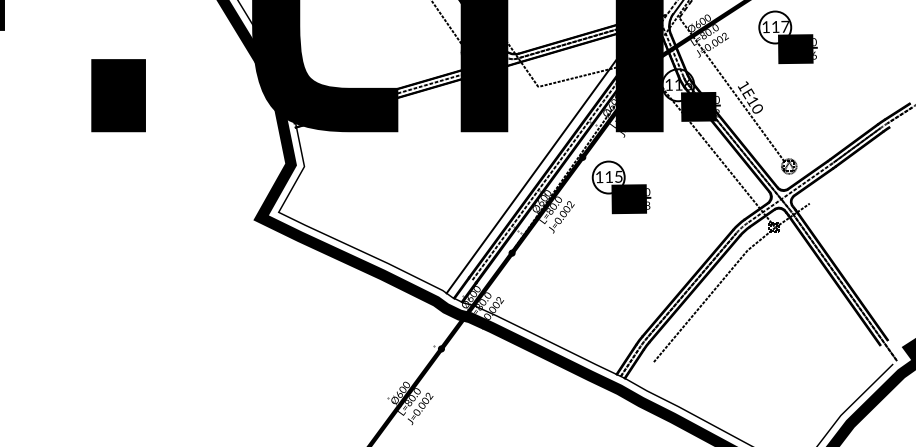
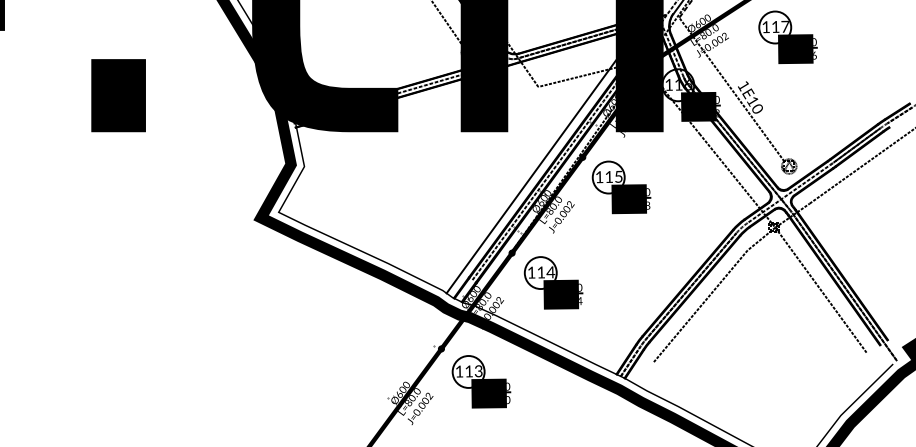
line at (860, 166): none -> present
part at (553, 282): none -> present
line at (821, 290): none -> present
part at (481, 381): none -> present
